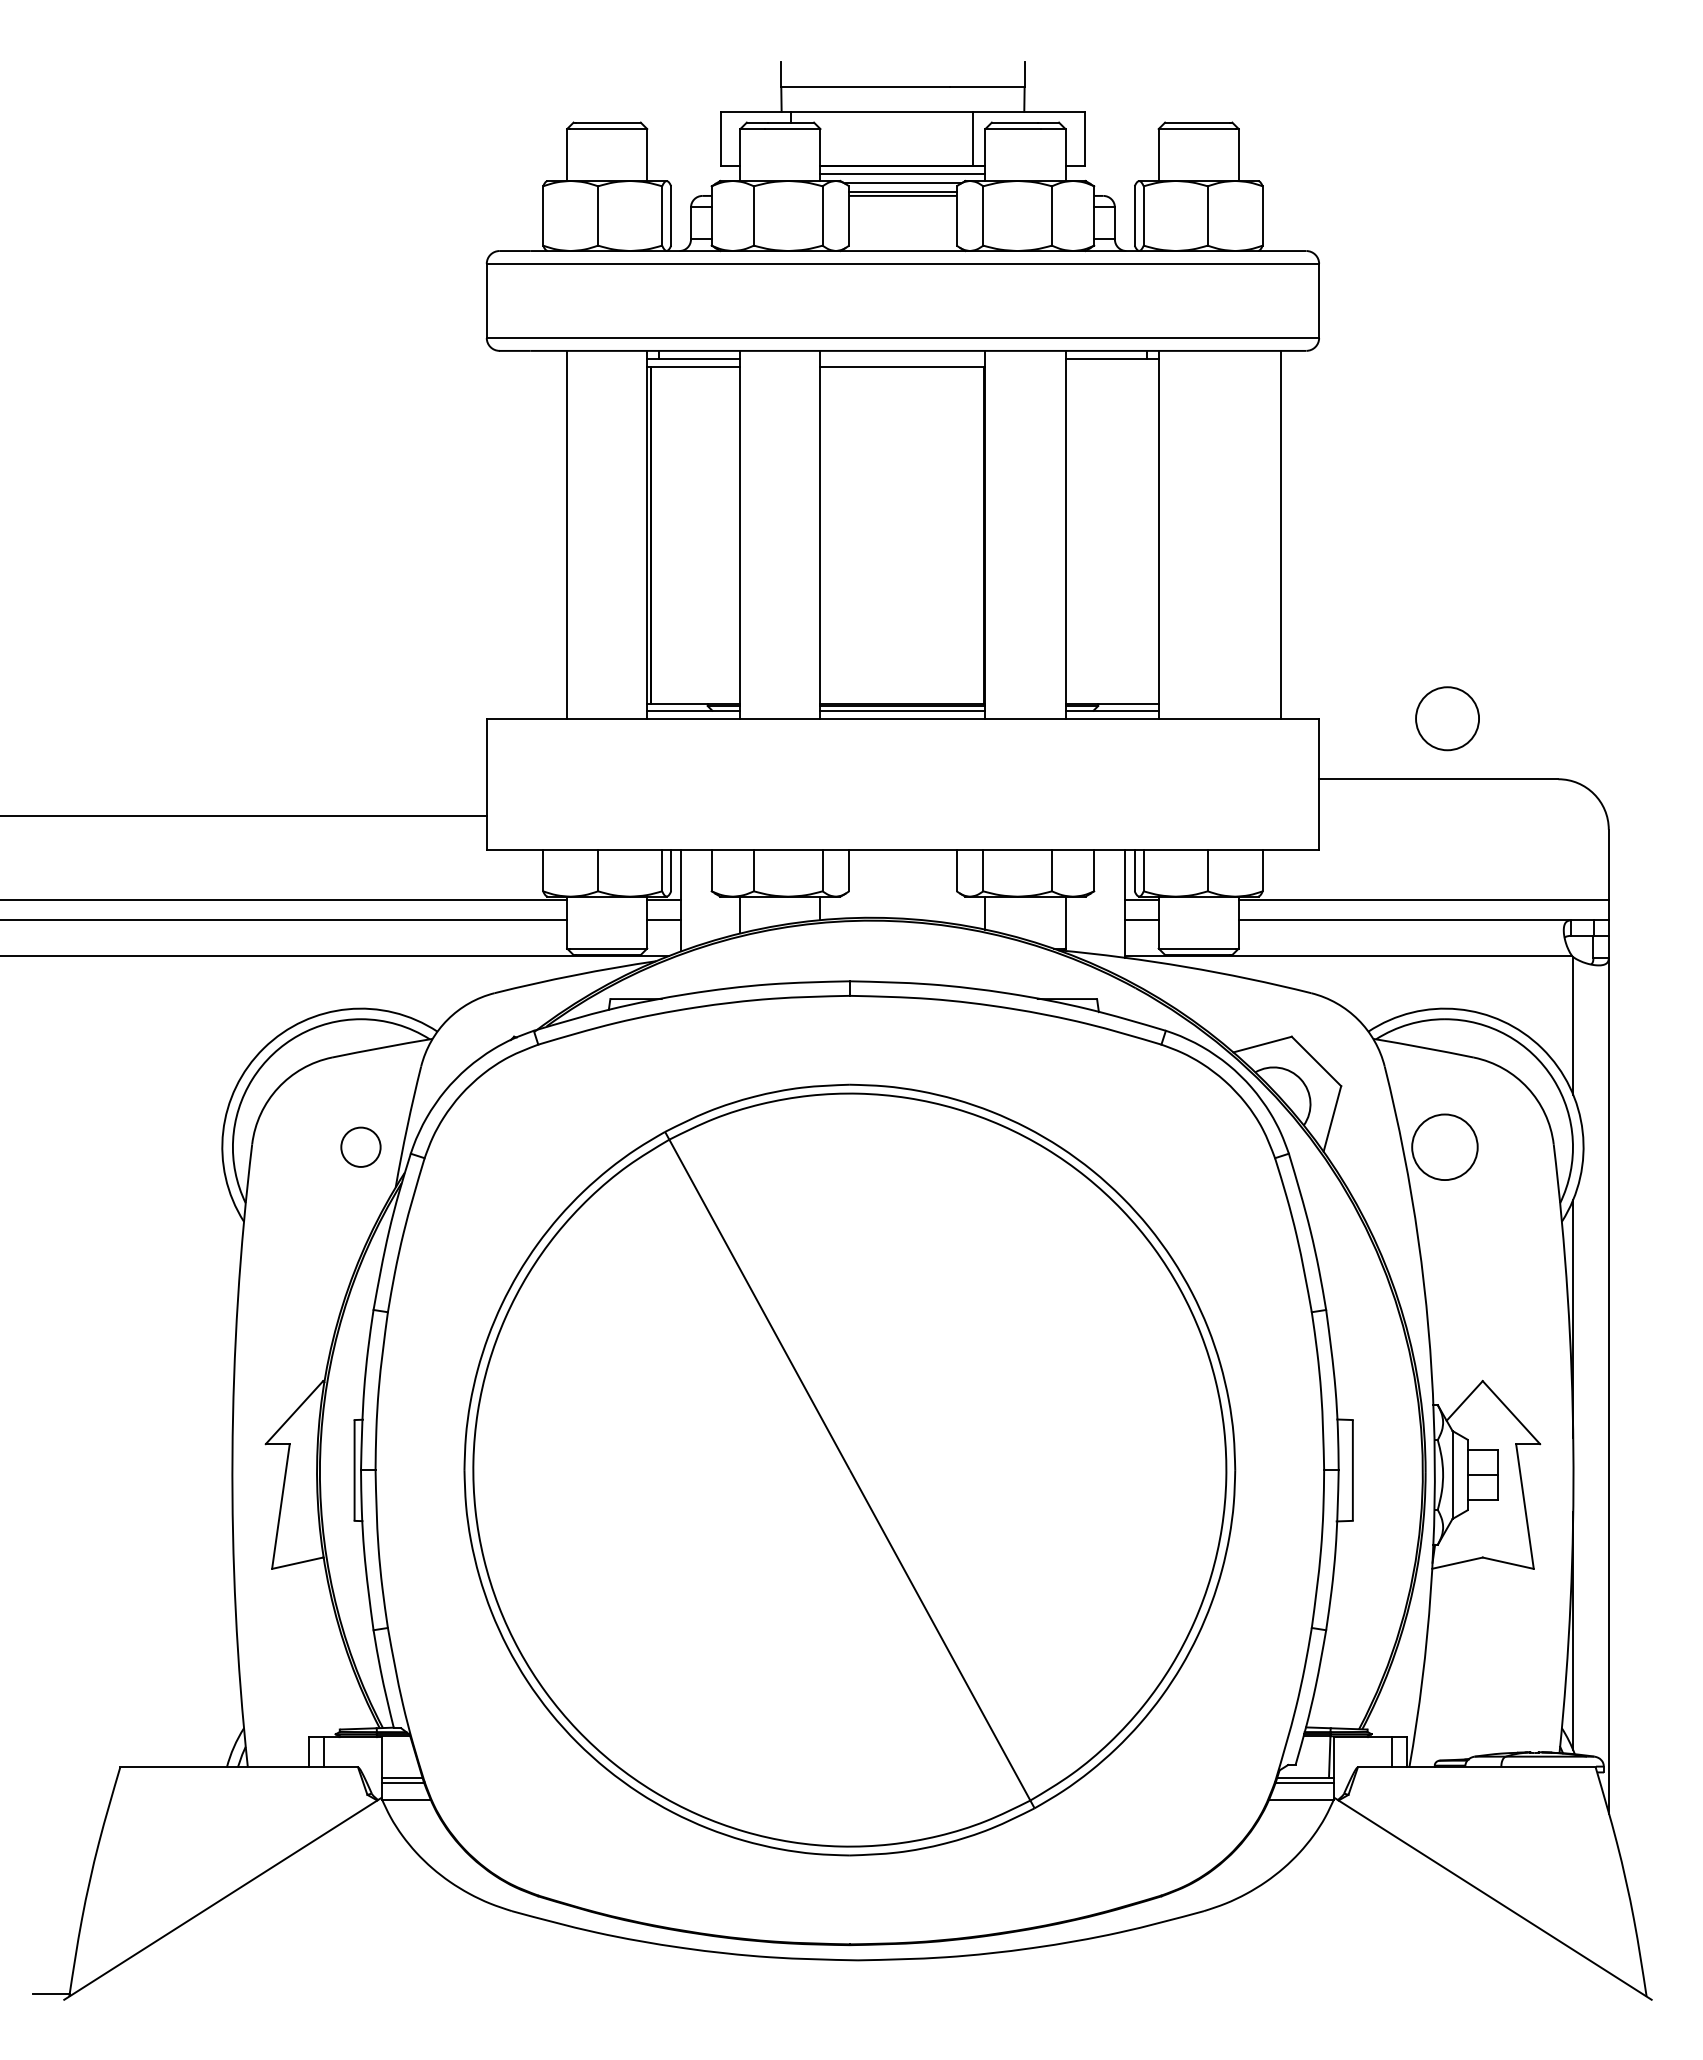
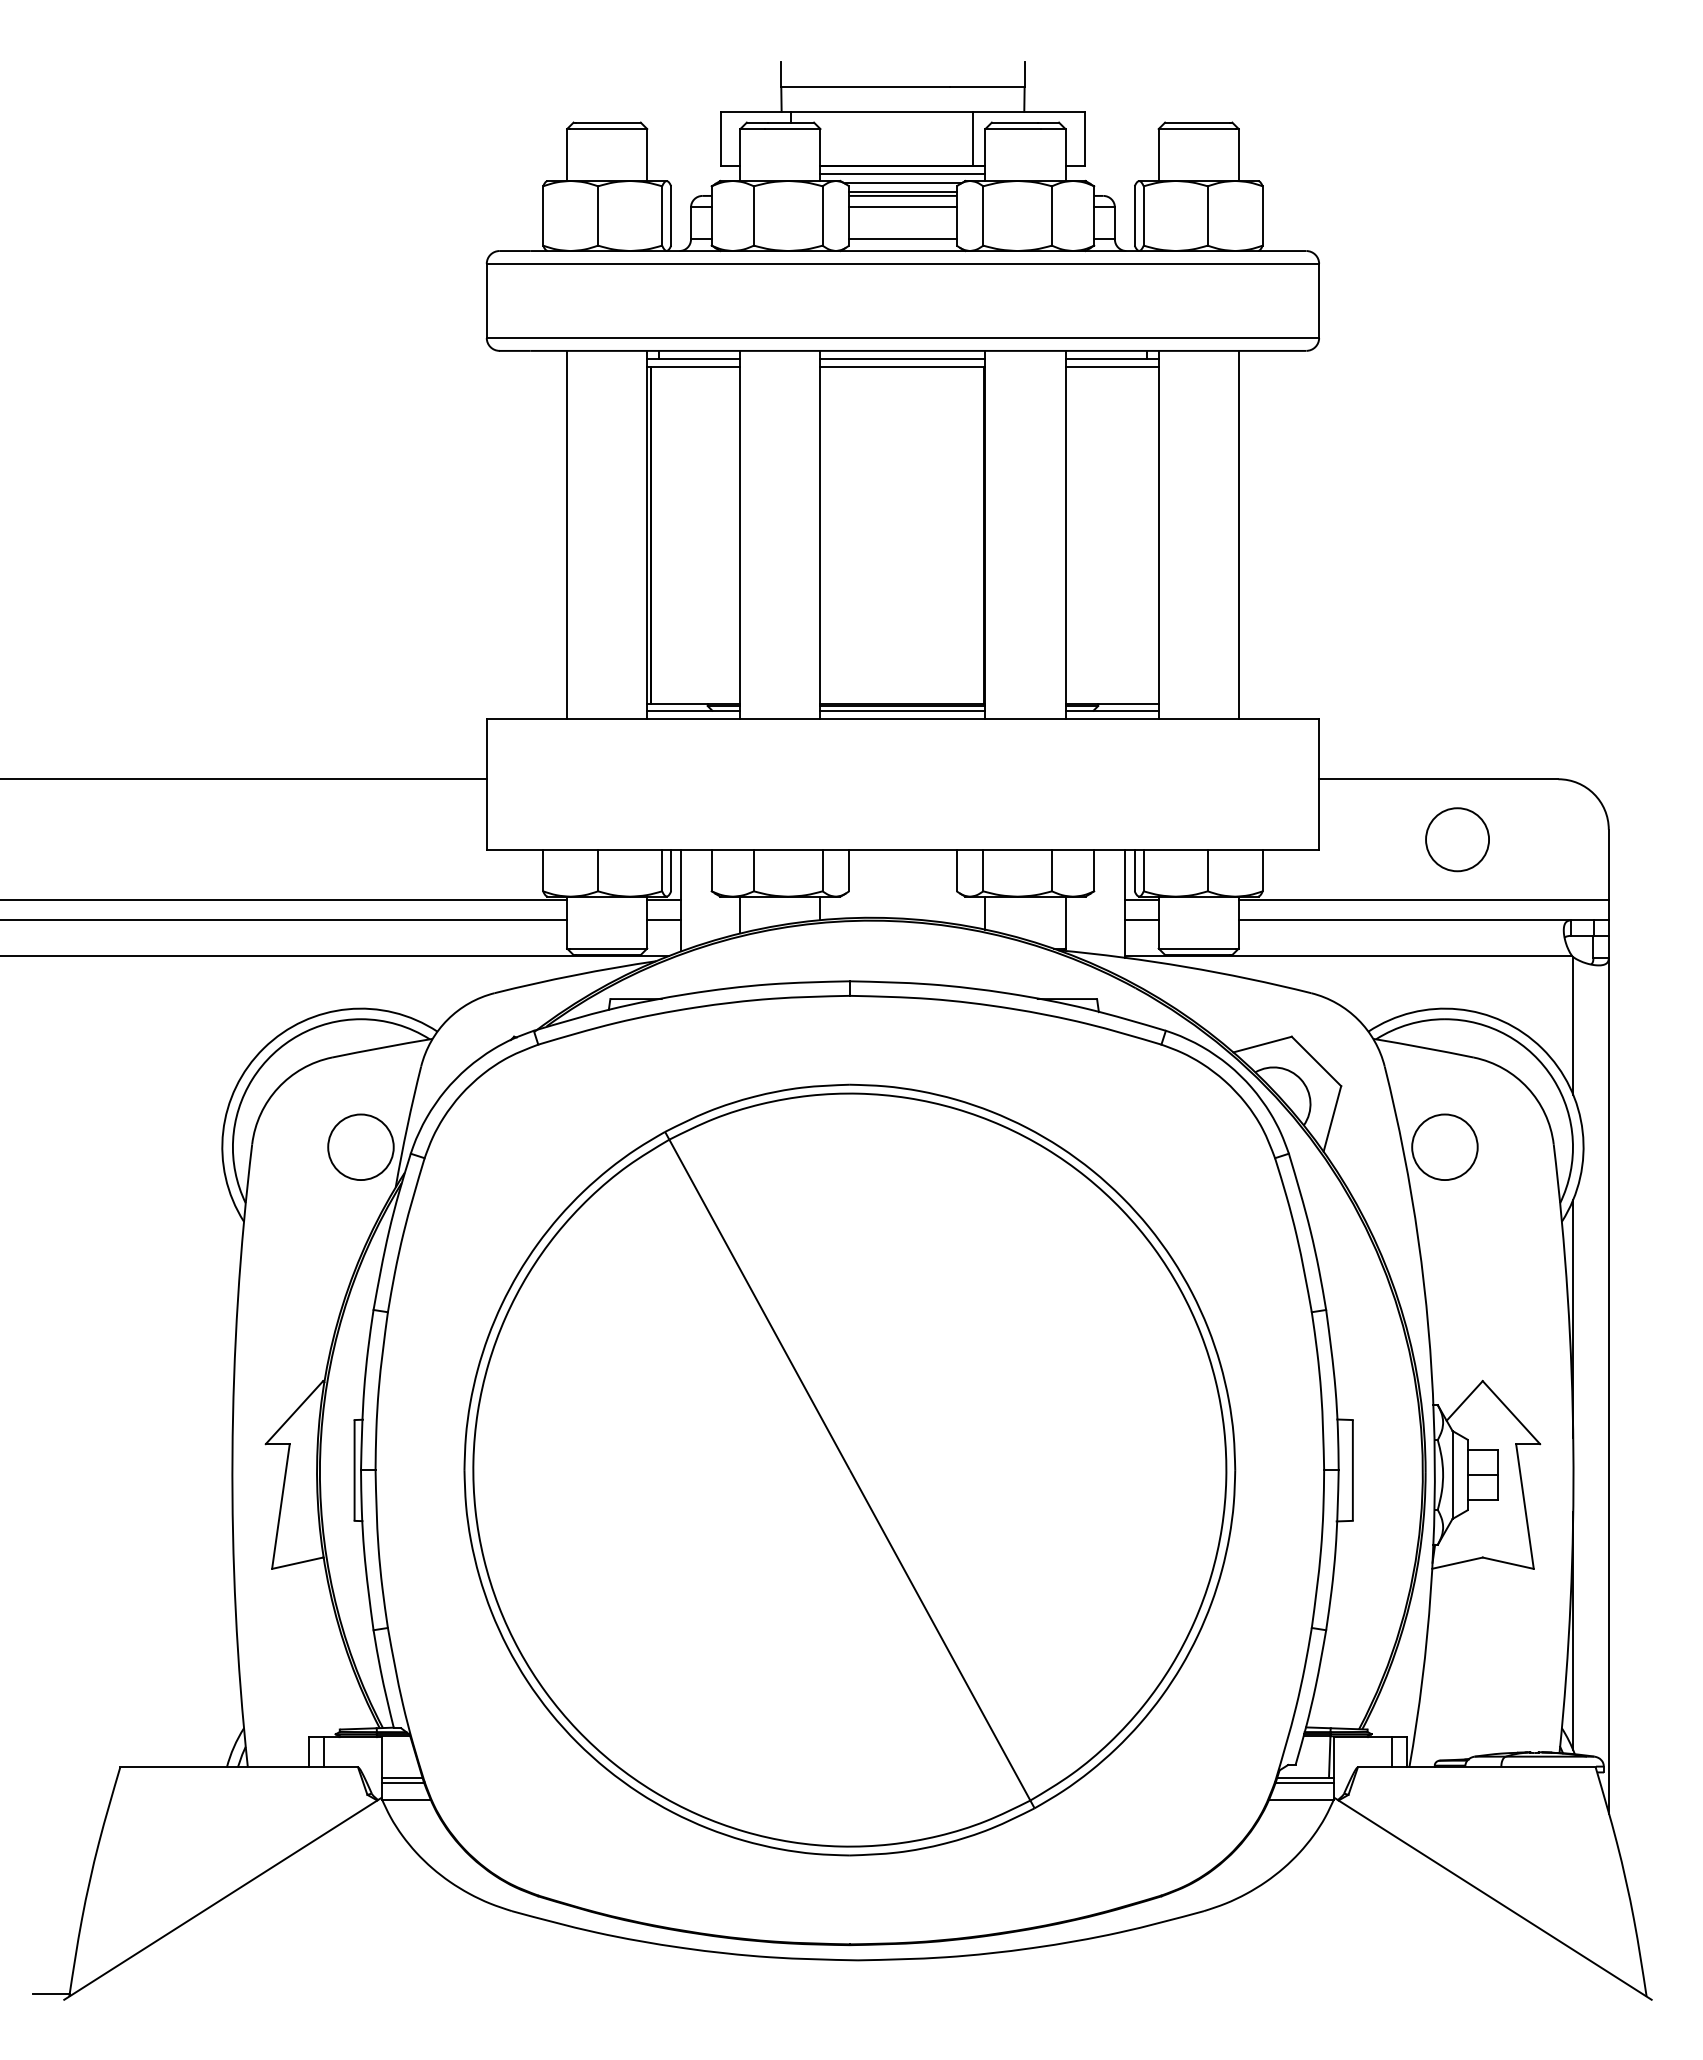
line at (902, 207): none -> present
line at (902, 239): none -> present
line at (902, 358): none -> present
line at (1111, 366): none -> present
line at (1280, 534) position: (1280, 534) -> (1238, 534)
circle at (1447, 718) position: (1447, 718) -> (1457, 839)
line at (244, 816) position: (244, 816) -> (244, 779)
circle at (360, 1146) diameter: 39 px -> 66 px
